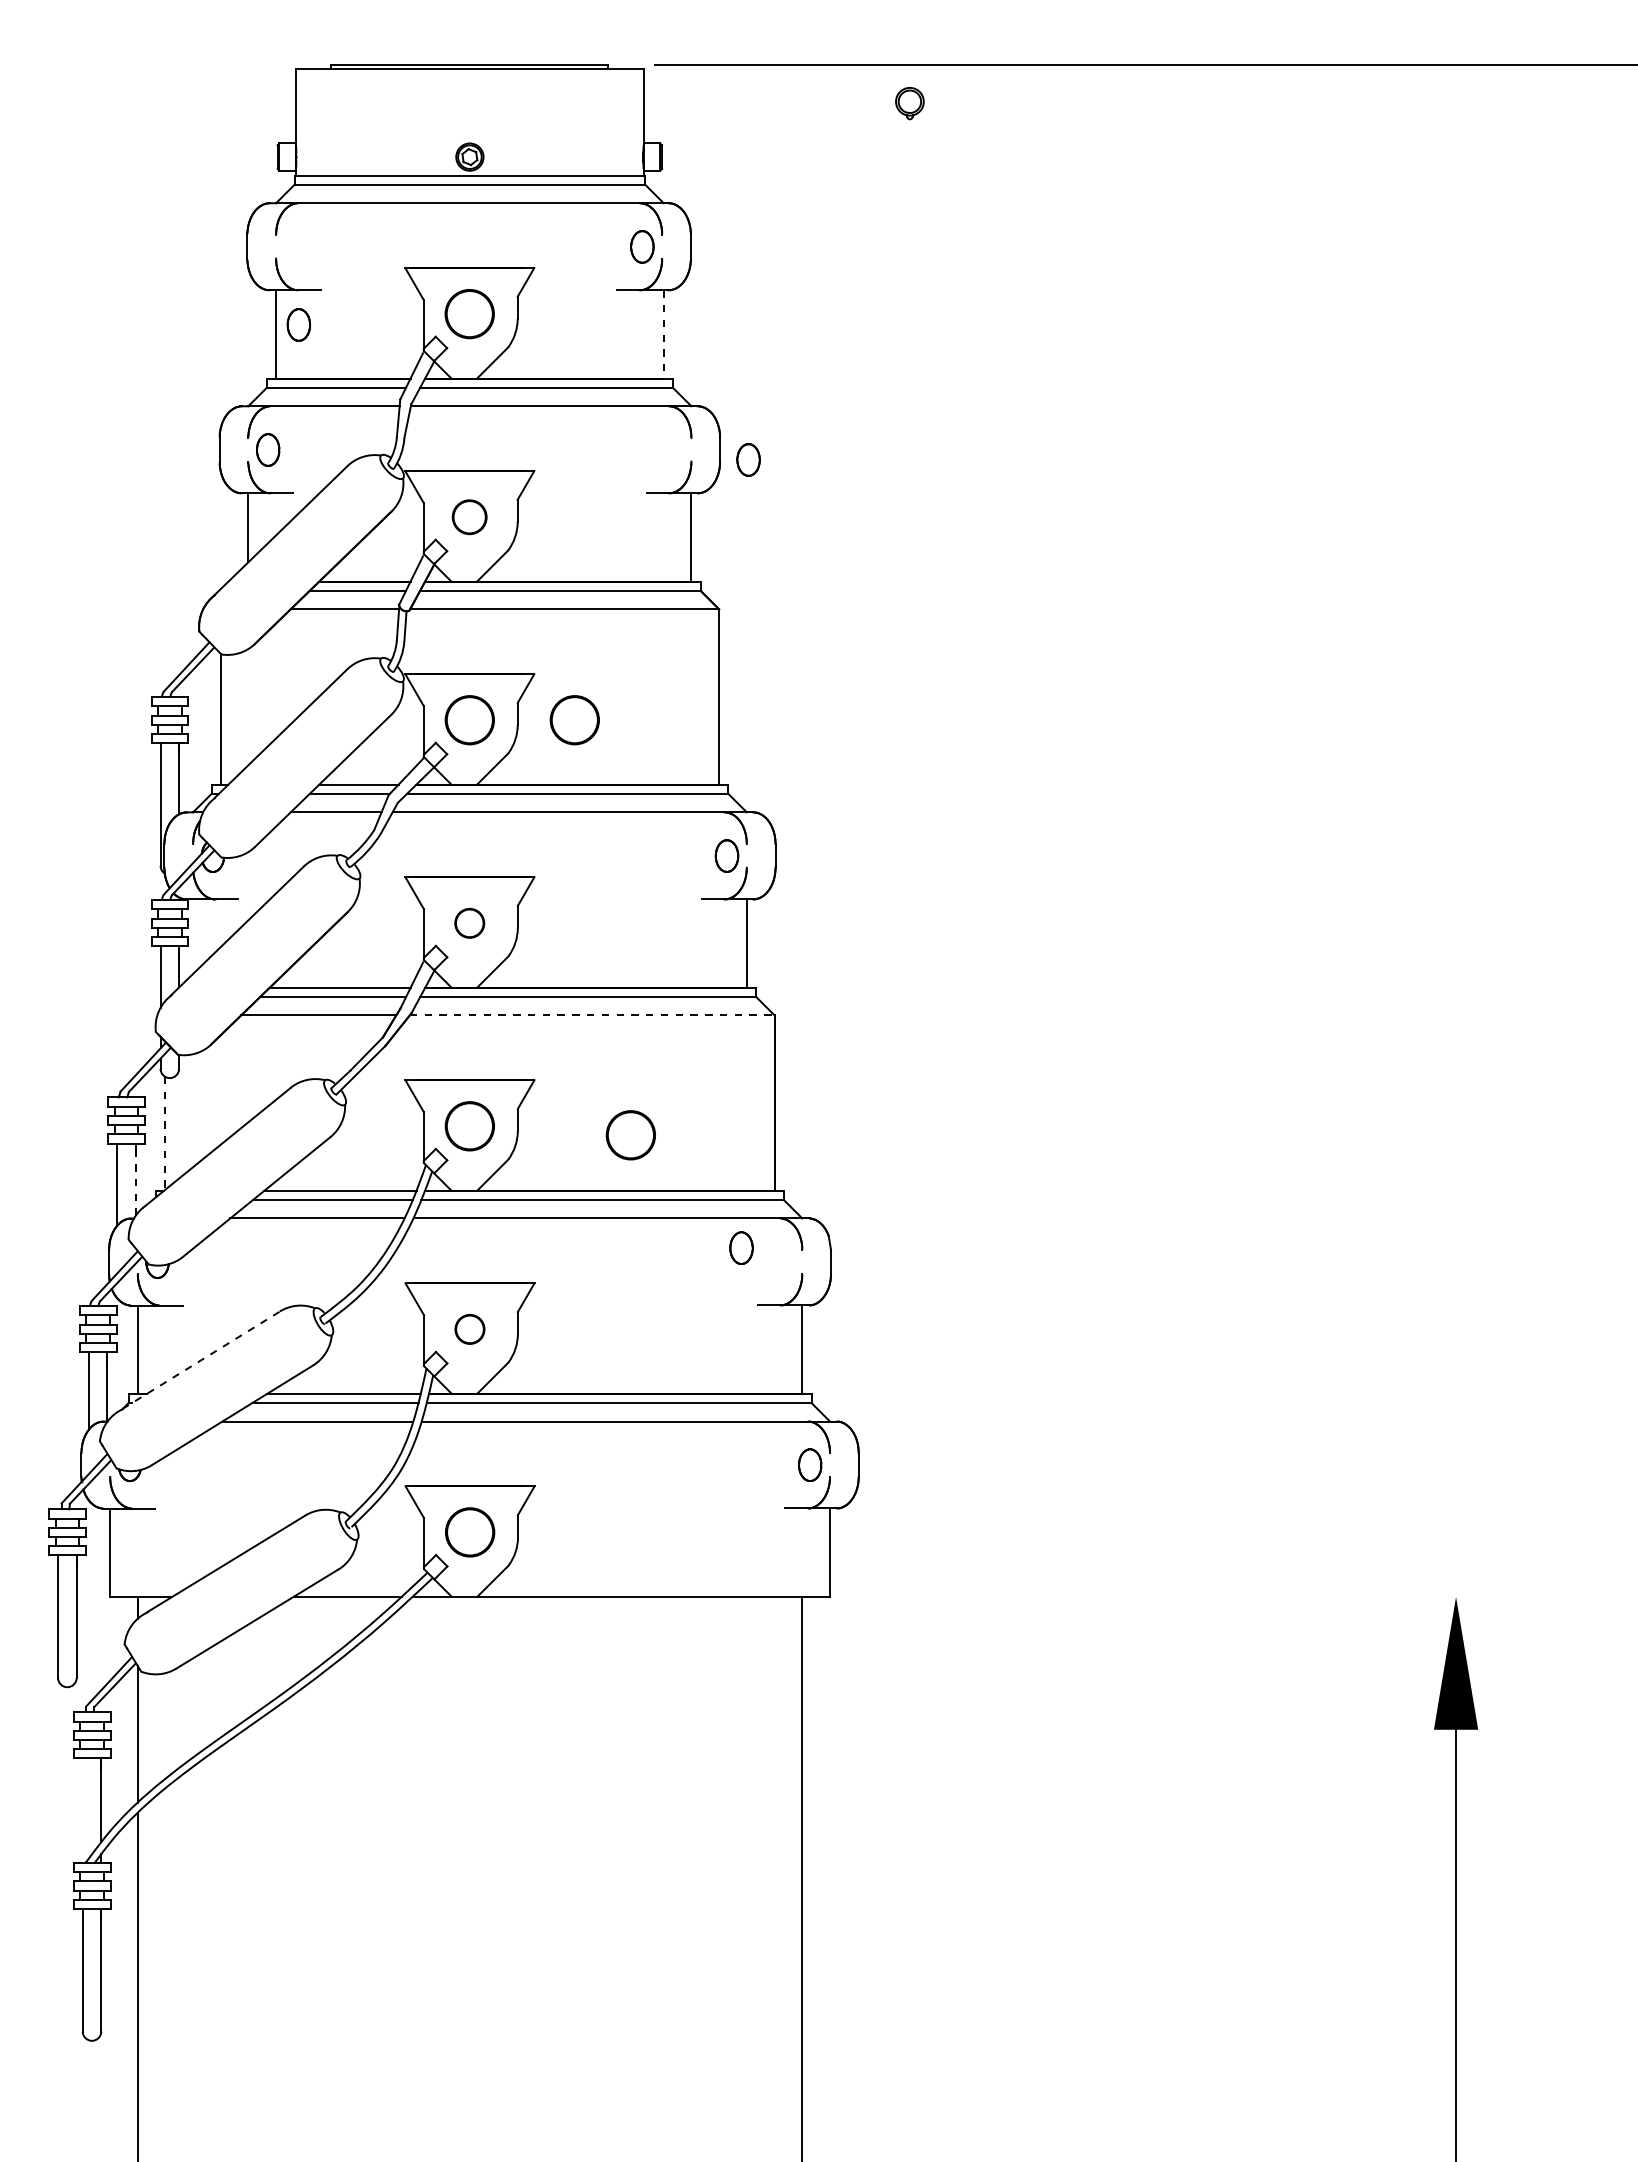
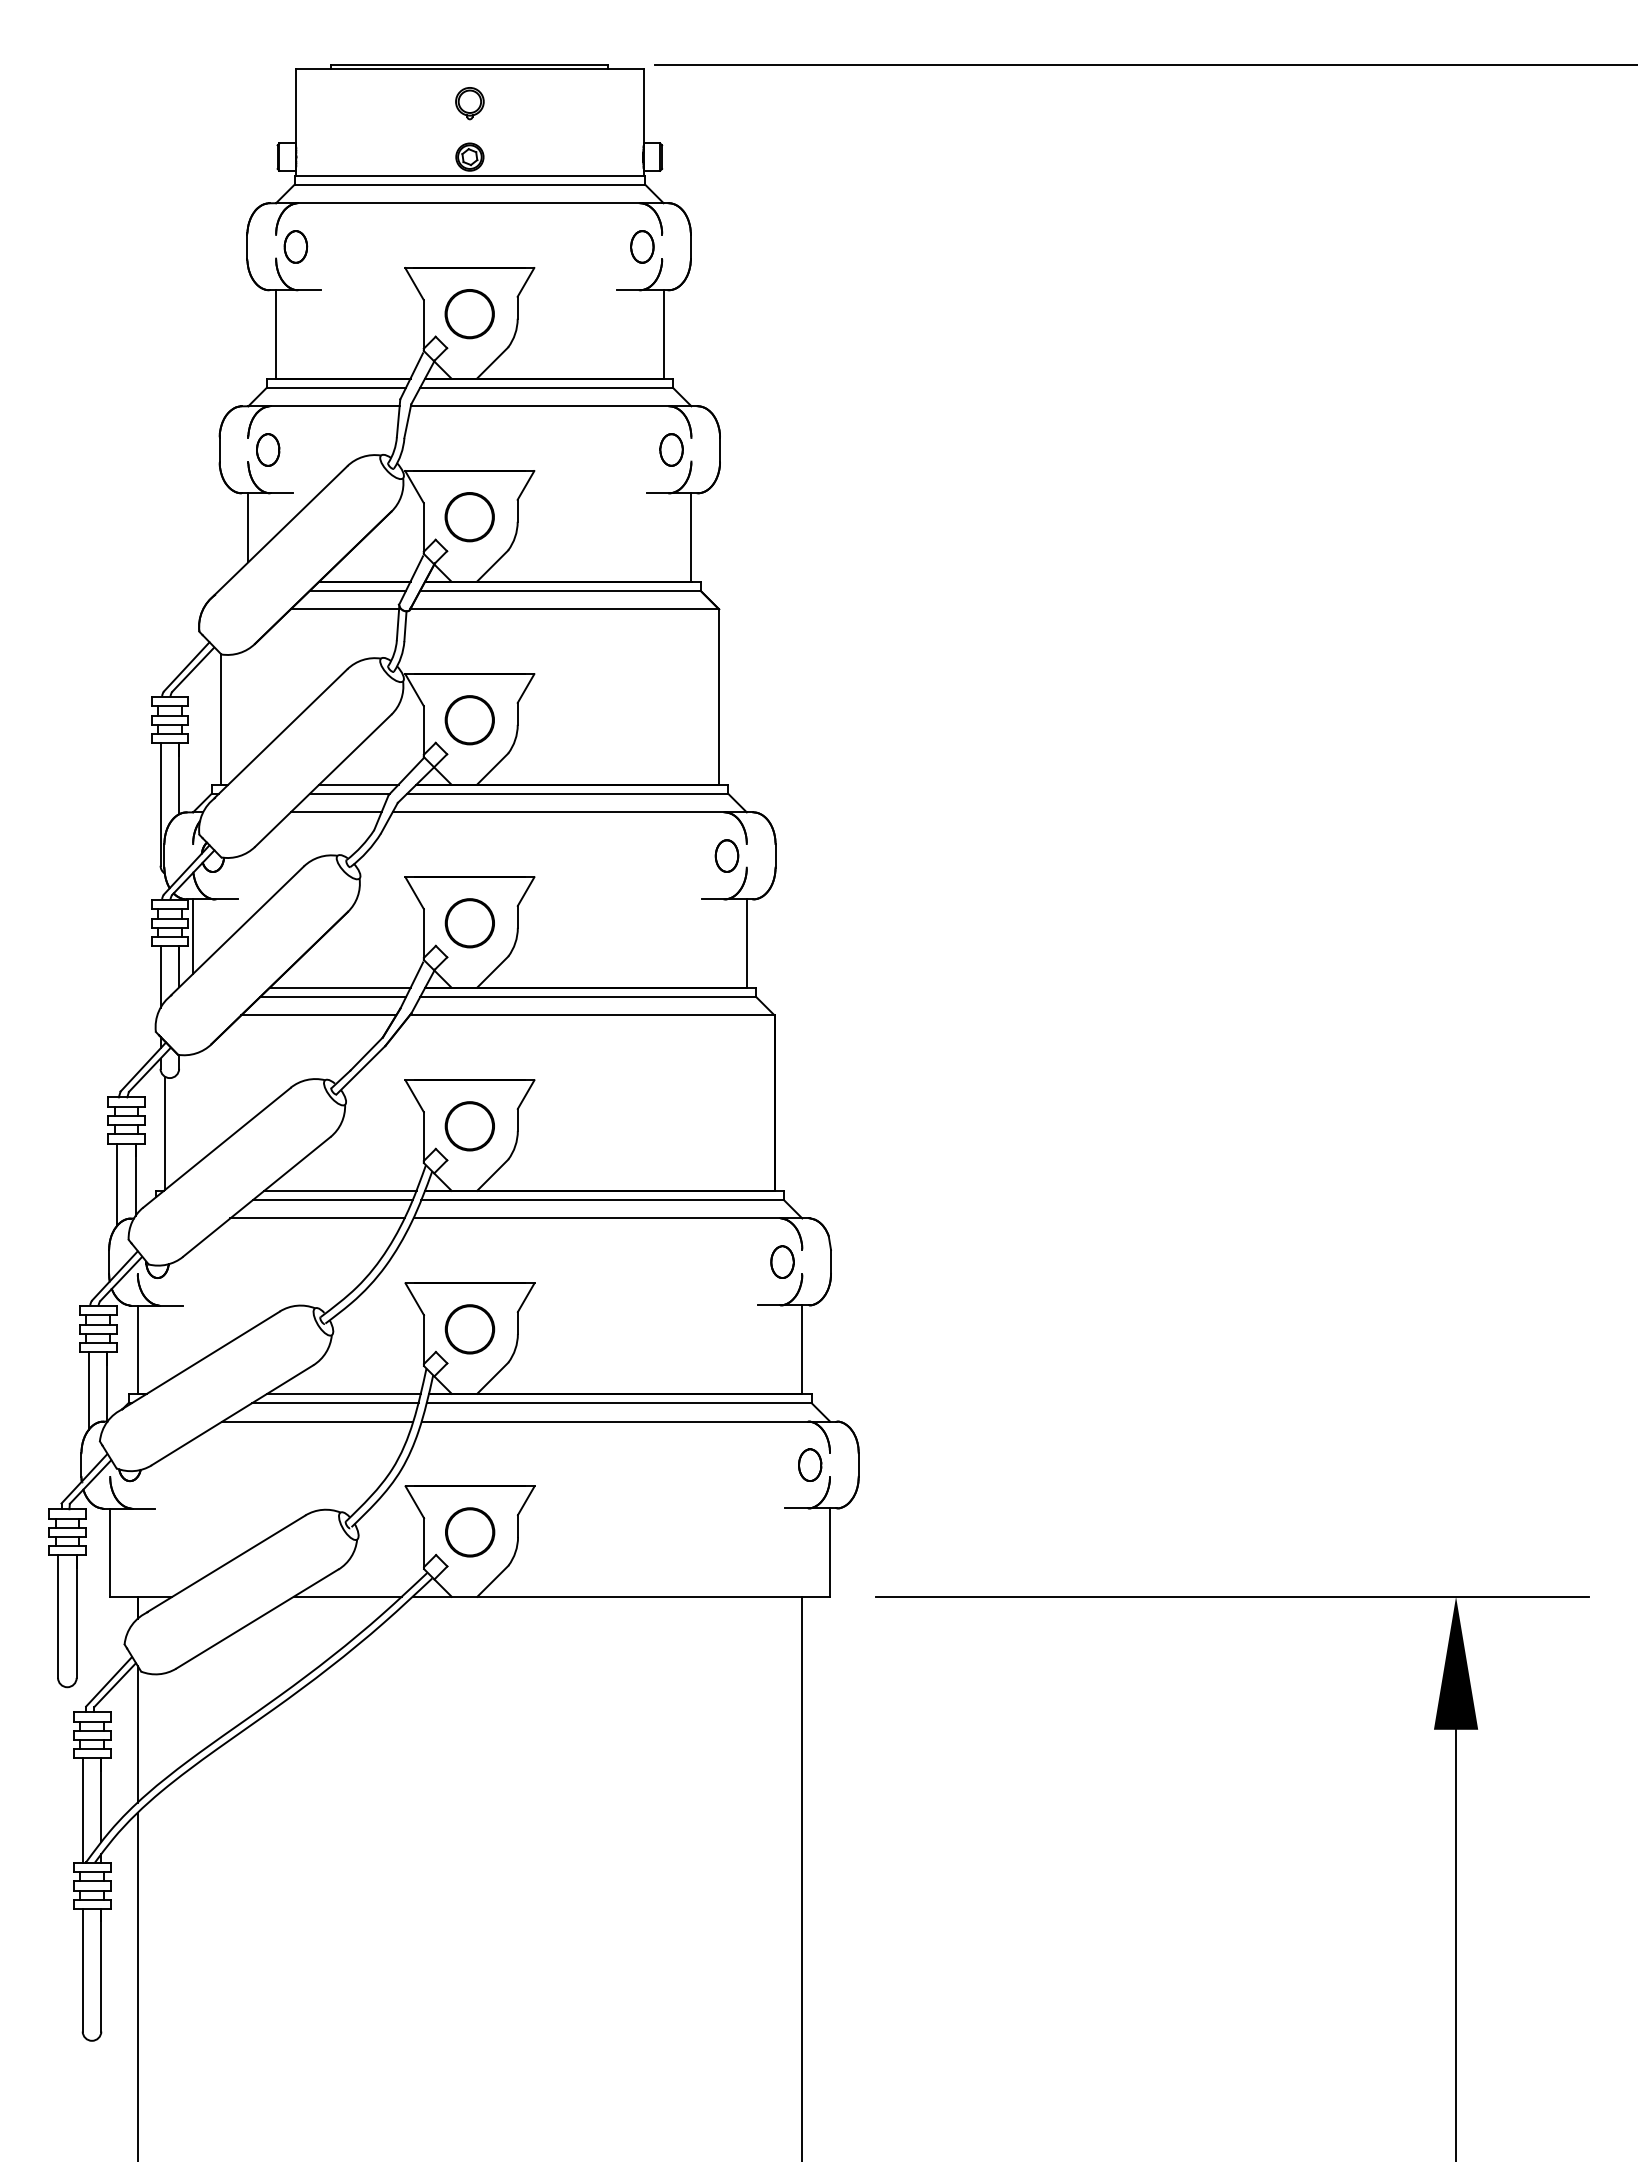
part at (909, 103) position: (909, 103) -> (469, 103)
part at (298, 324) position: (298, 324) -> (295, 246)
line at (663, 334): dashed -> solid
part at (748, 459) position: (748, 459) -> (671, 449)
part at (469, 517) size: 37x37 px -> 51x51 px
part at (574, 720): present -> none
part at (469, 923) size: 32x31 px -> 51x51 px
line at (193, 936): none -> present
line at (592, 1015): dashed -> solid
line at (165, 1133): dashed -> solid
part at (630, 1135): present -> none
line at (135, 1179): dashed -> solid
part at (741, 1247) position: (741, 1247) -> (782, 1261)
part at (469, 1329) size: 32x31 px -> 52x51 px
line at (201, 1360): dashed -> solid
line at (1232, 1596): none -> present
line at (82, 1810): none -> present
